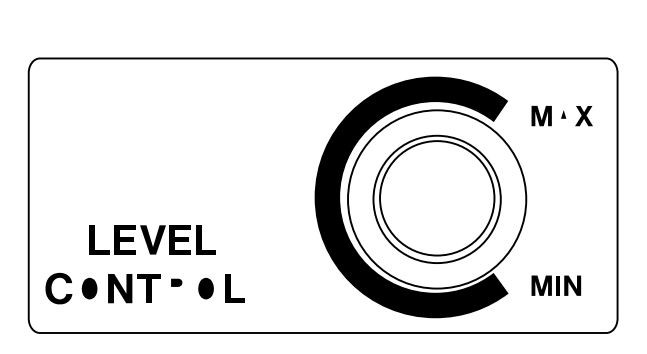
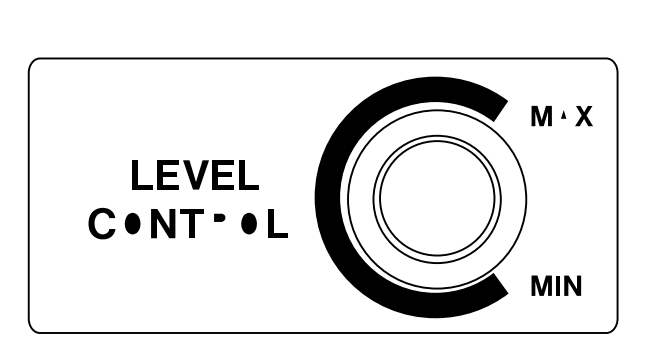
part at (144, 274) position: (144, 274) -> (187, 209)
